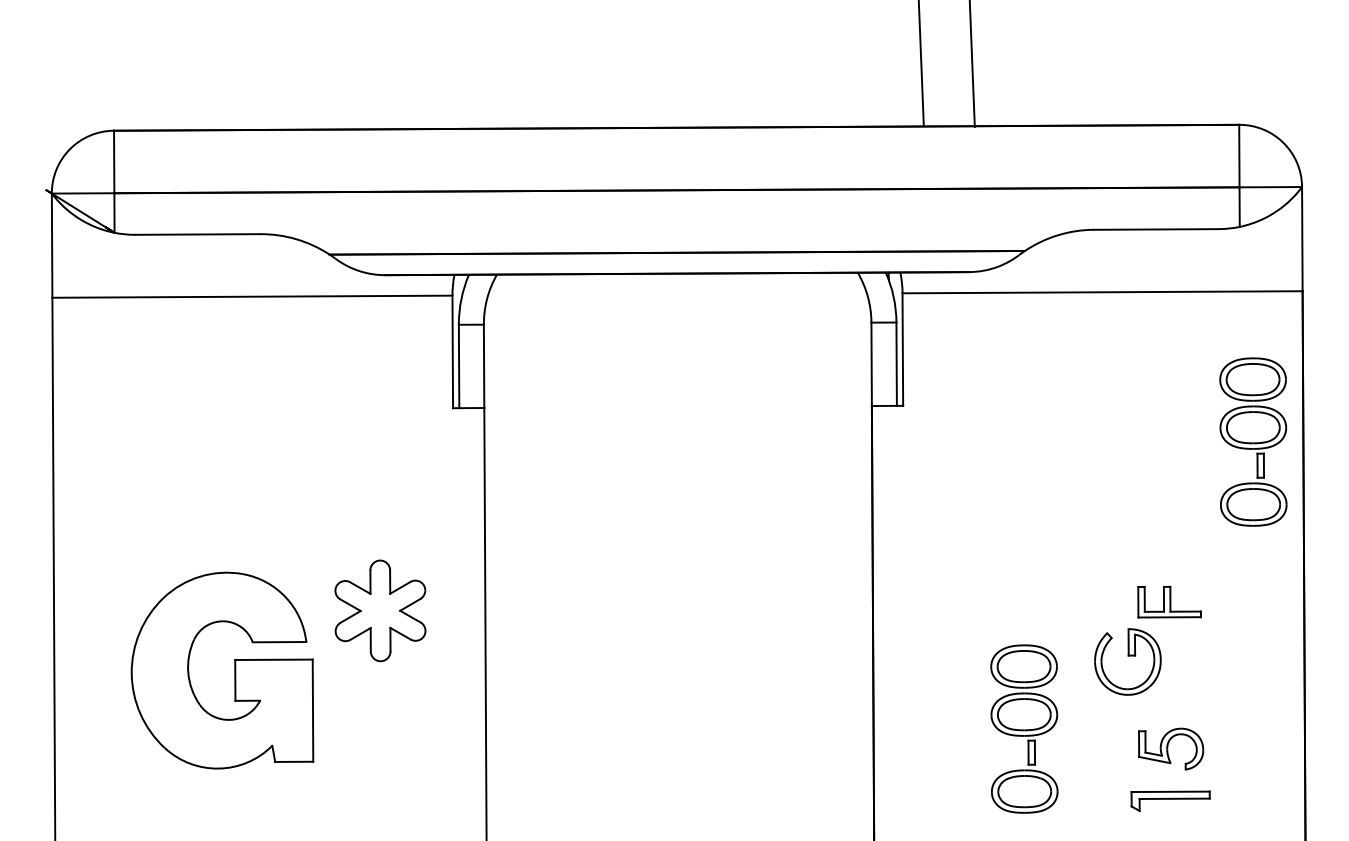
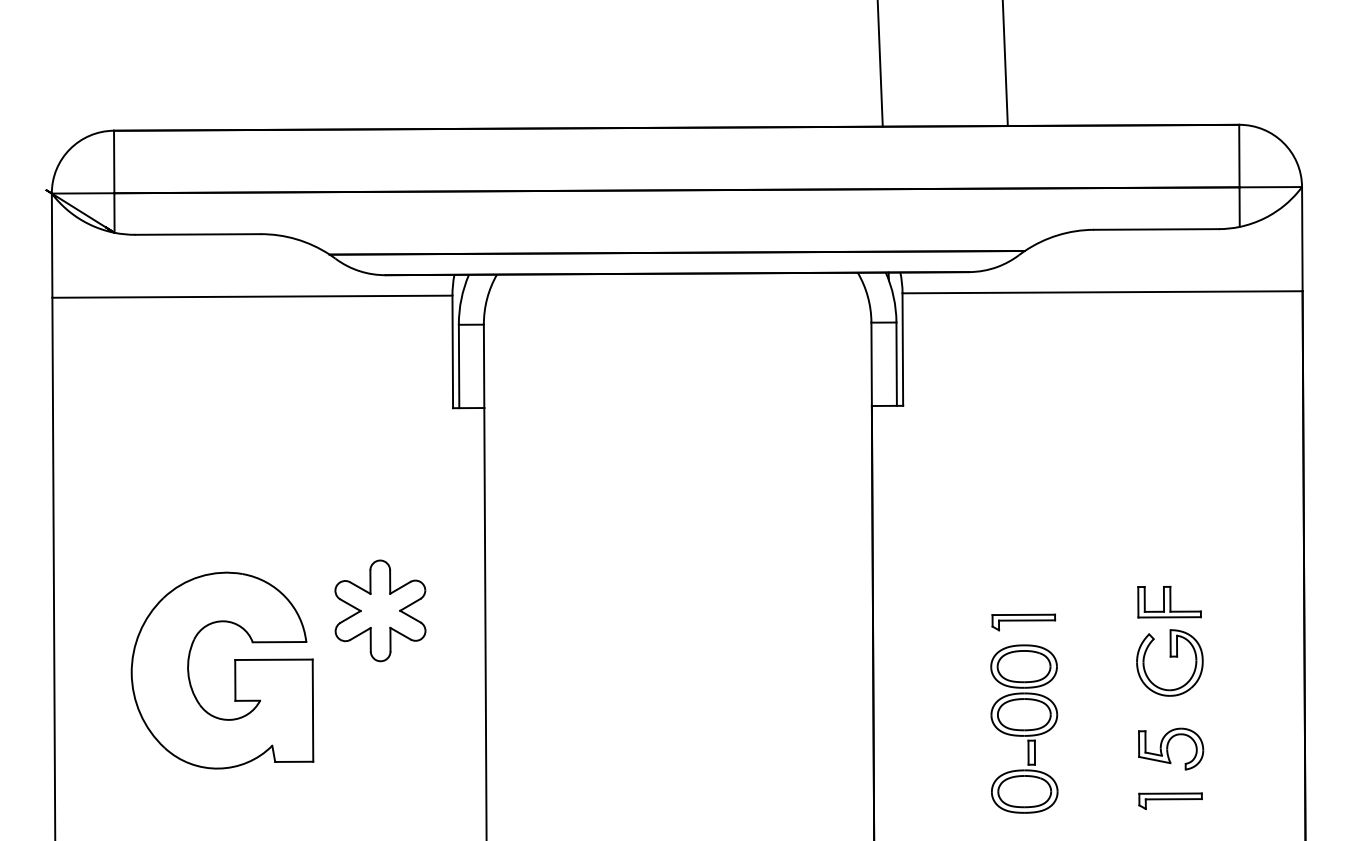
line at (920, 63) position: (920, 63) -> (879, 64)
line at (971, 64) position: (971, 64) -> (1004, 64)
part at (1253, 441): present -> none
part at (1023, 622): none -> present
part at (1127, 661) position: (1127, 661) -> (1169, 662)
part at (1170, 800) size: 81x22 px -> 65x18 px
